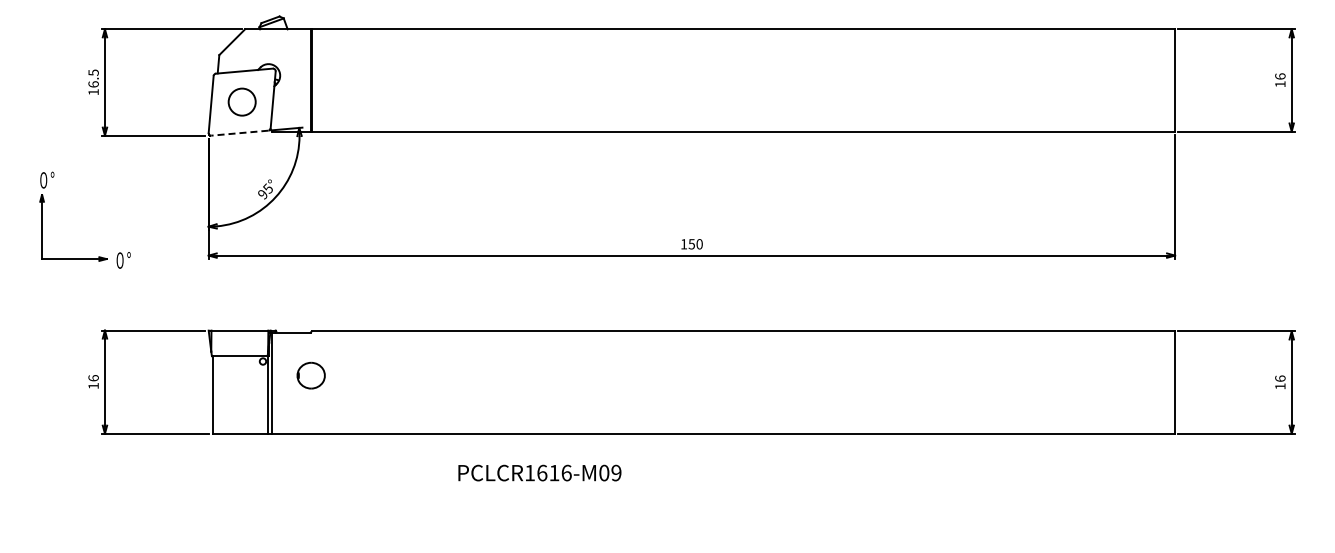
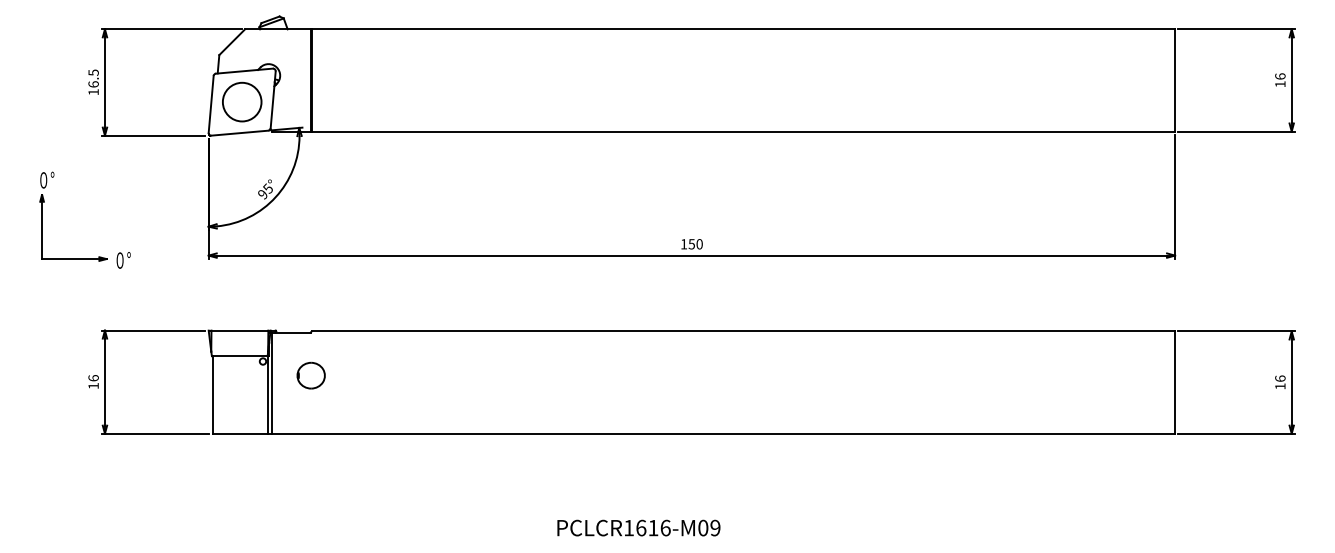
circle at (241, 101) diameter: 27 px -> 39 px
line at (239, 133): dashed -> solid
text at (539, 472) position: (539, 472) -> (638, 527)
